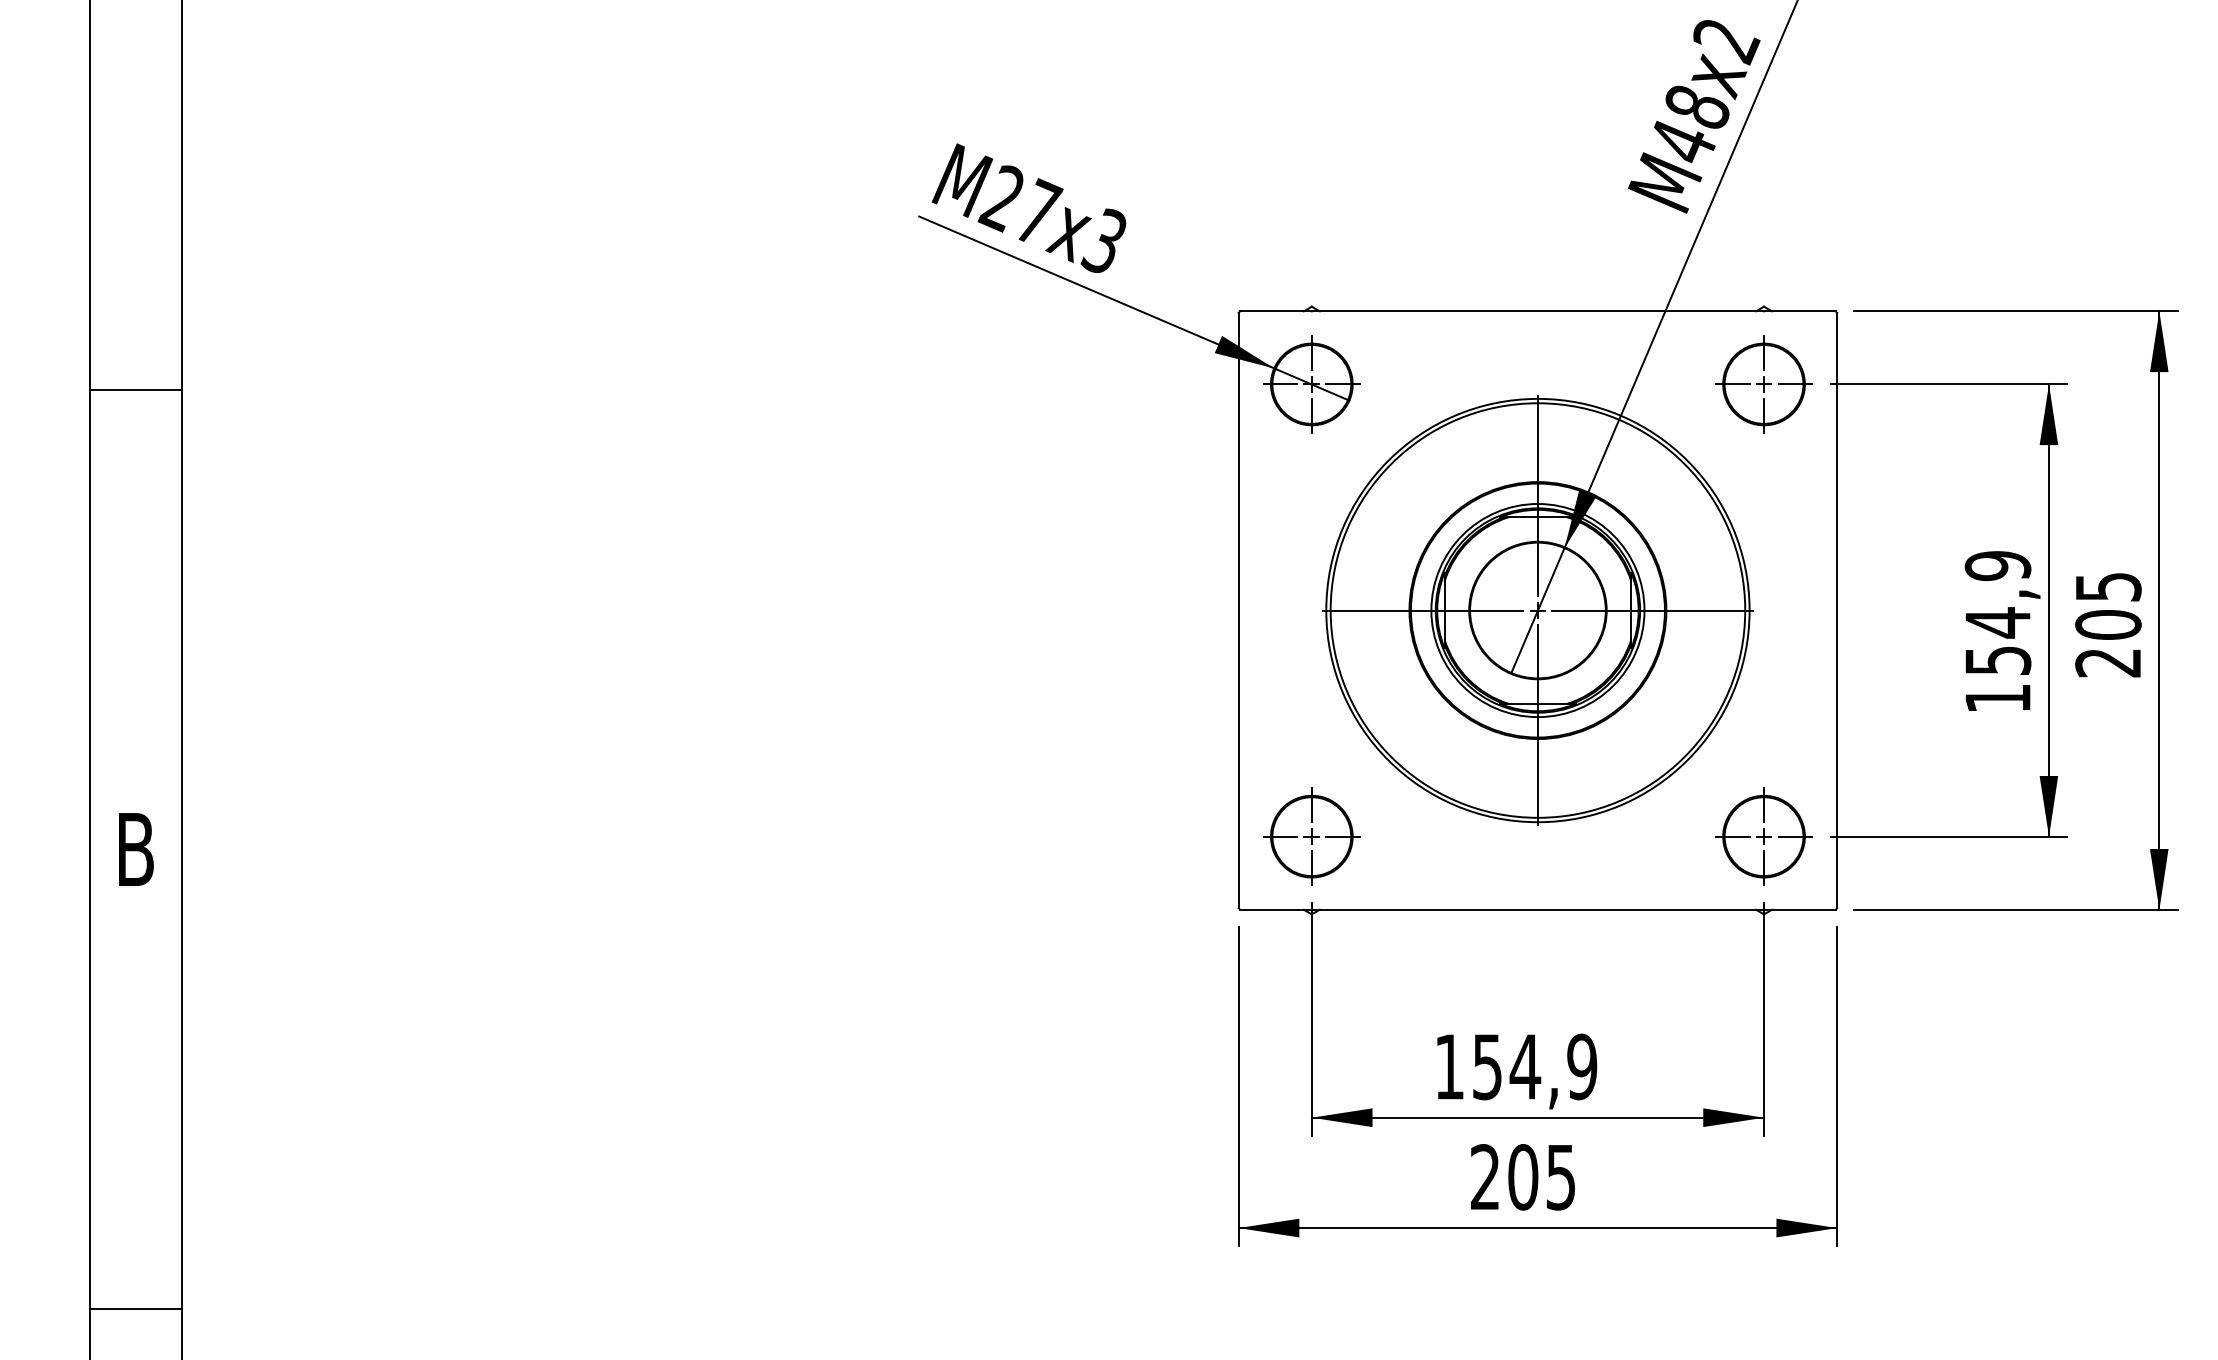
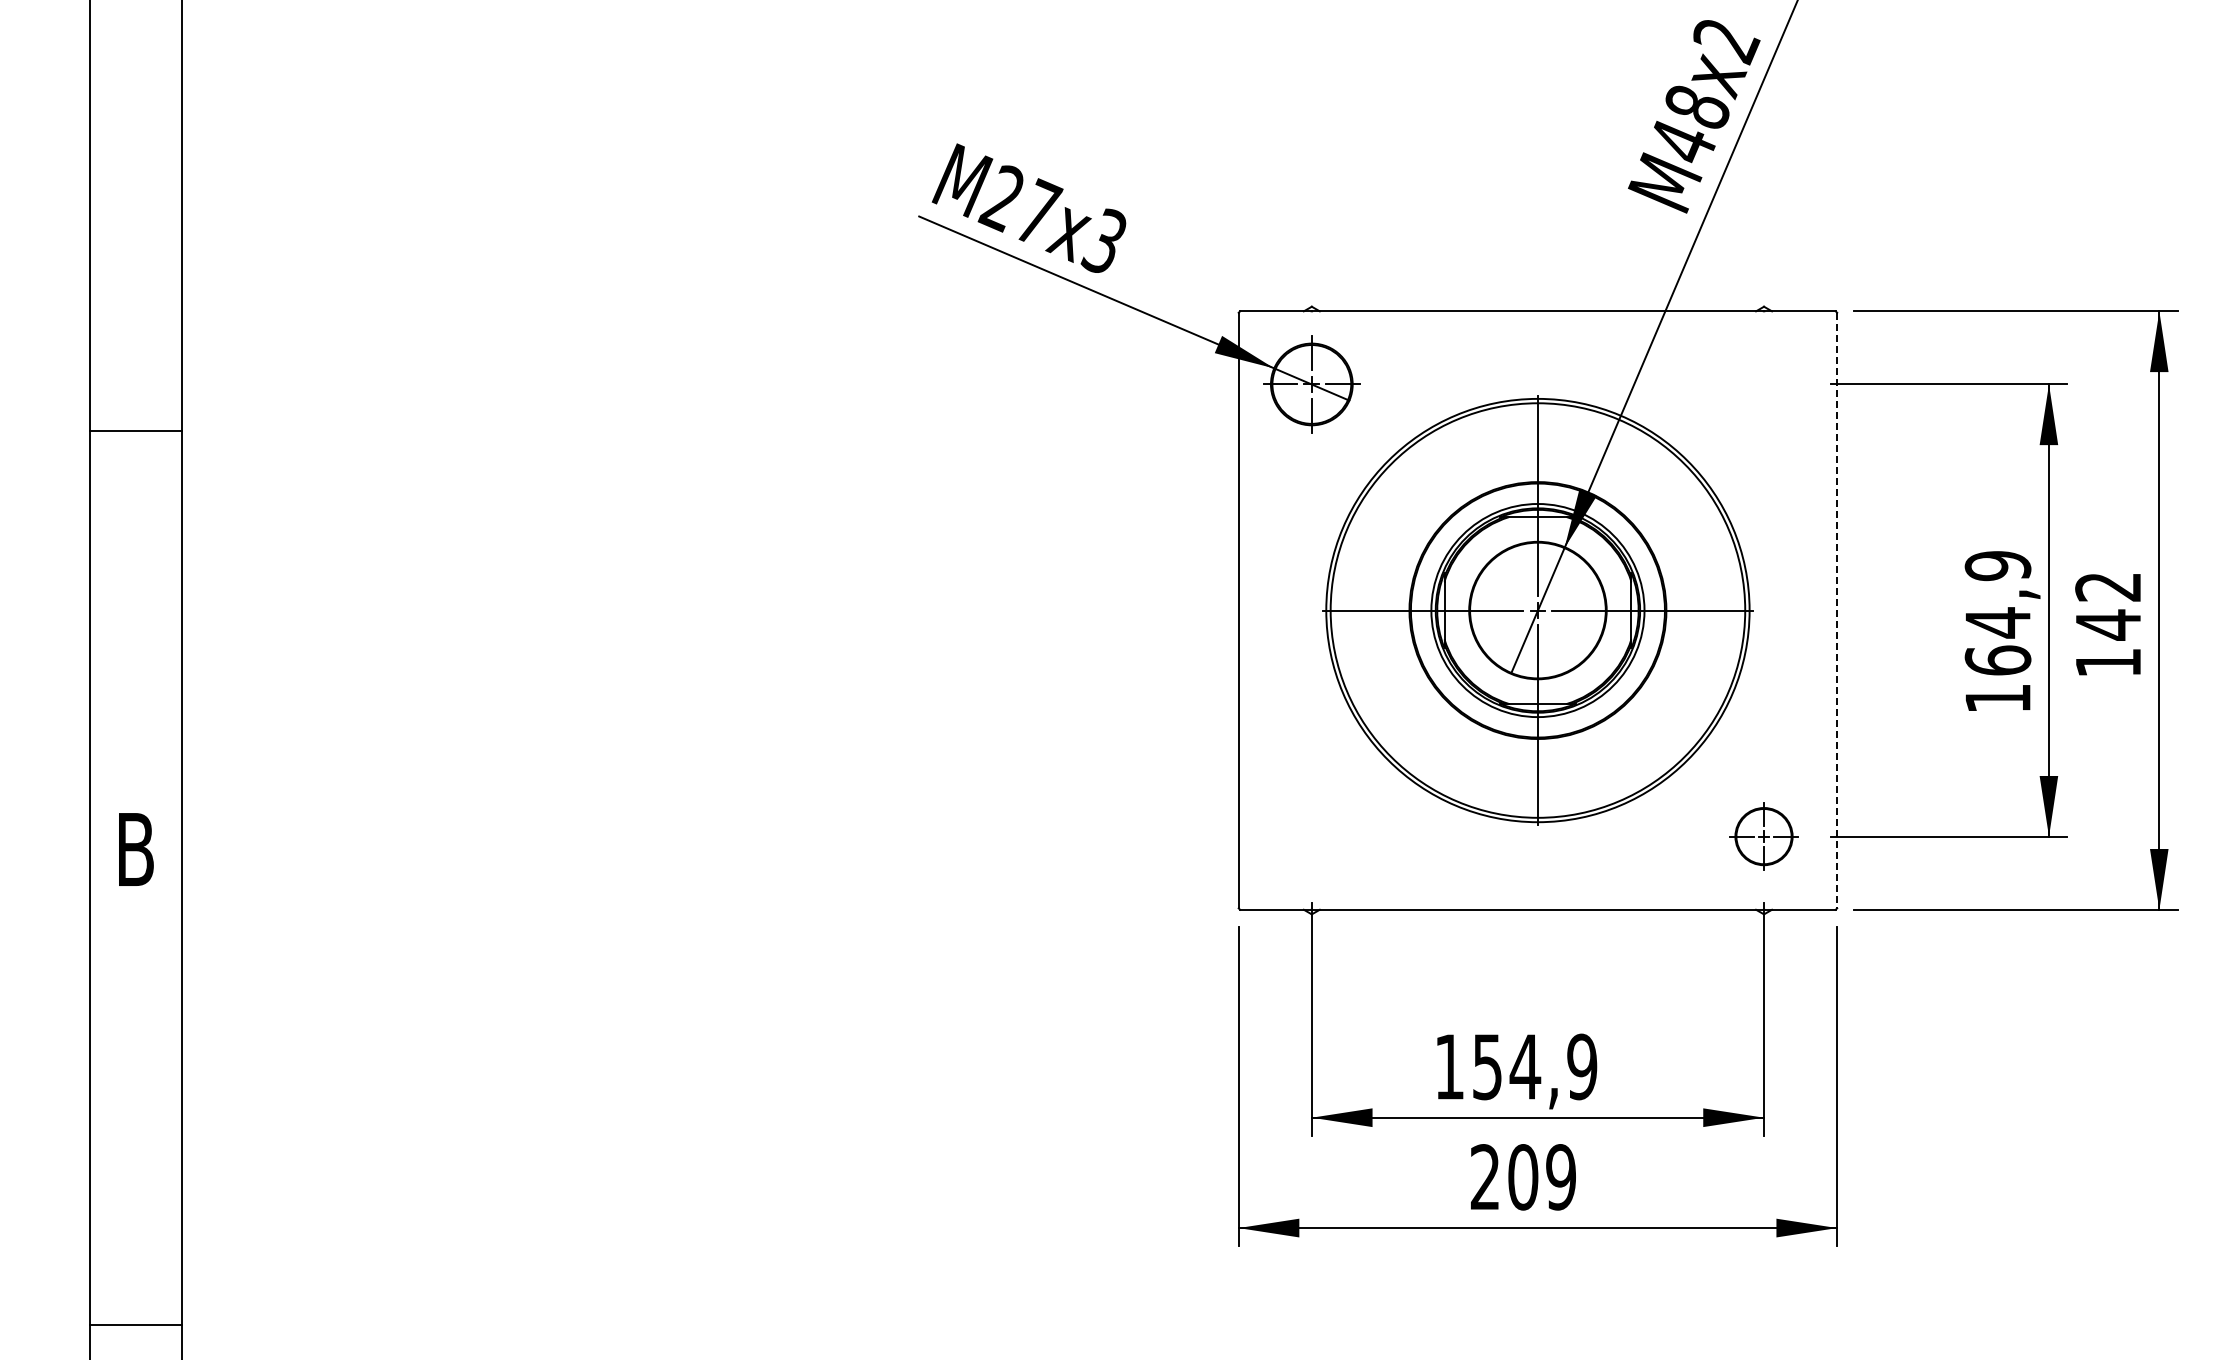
part at (1763, 384): present -> none
line at (136, 389) position: (136, 389) -> (136, 430)
line at (1837, 610): solid -> dashed
text at (2108, 625): 205 -> 142
text at (1997, 660): 154,9 -> 164,9
part at (1311, 836): present -> none
part at (1763, 836) size: 98x99 px -> 70x69 px
text at (1560, 1177): 205 -> 209
line at (136, 1309) position: (136, 1309) -> (136, 1325)
